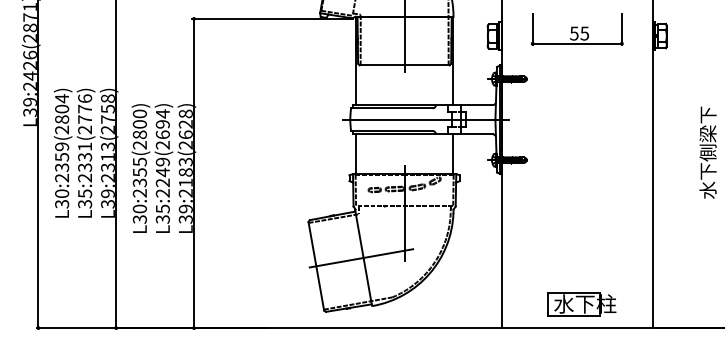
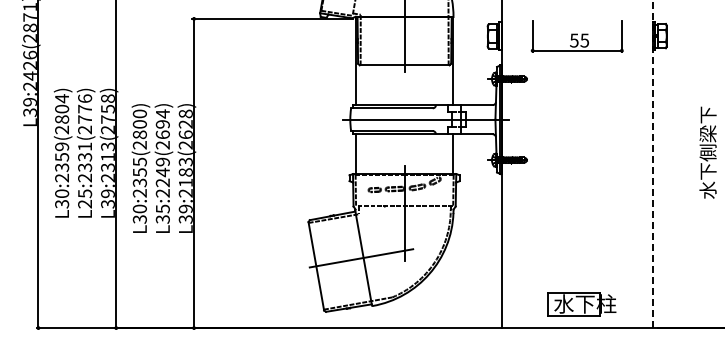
part at (576, 29) position: (576, 29) -> (576, 36)
line at (652, 164): solid -> dashed
text at (85, 204): L35:2331(2776) -> L25:2331(2776)
